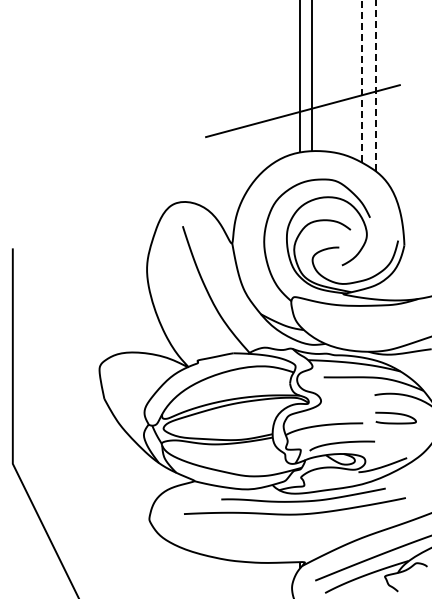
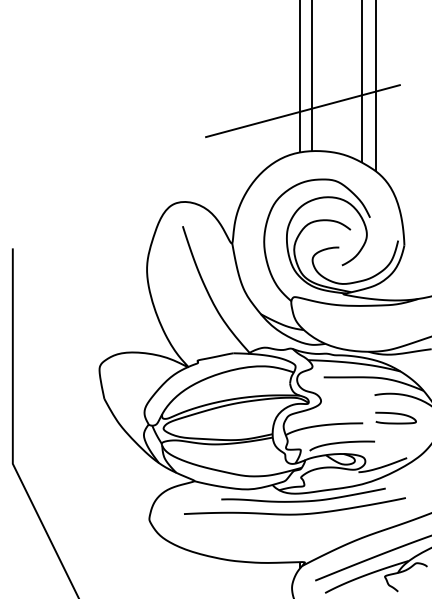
line at (361, 81): dashed -> solid
line at (375, 85): dashed -> solid
